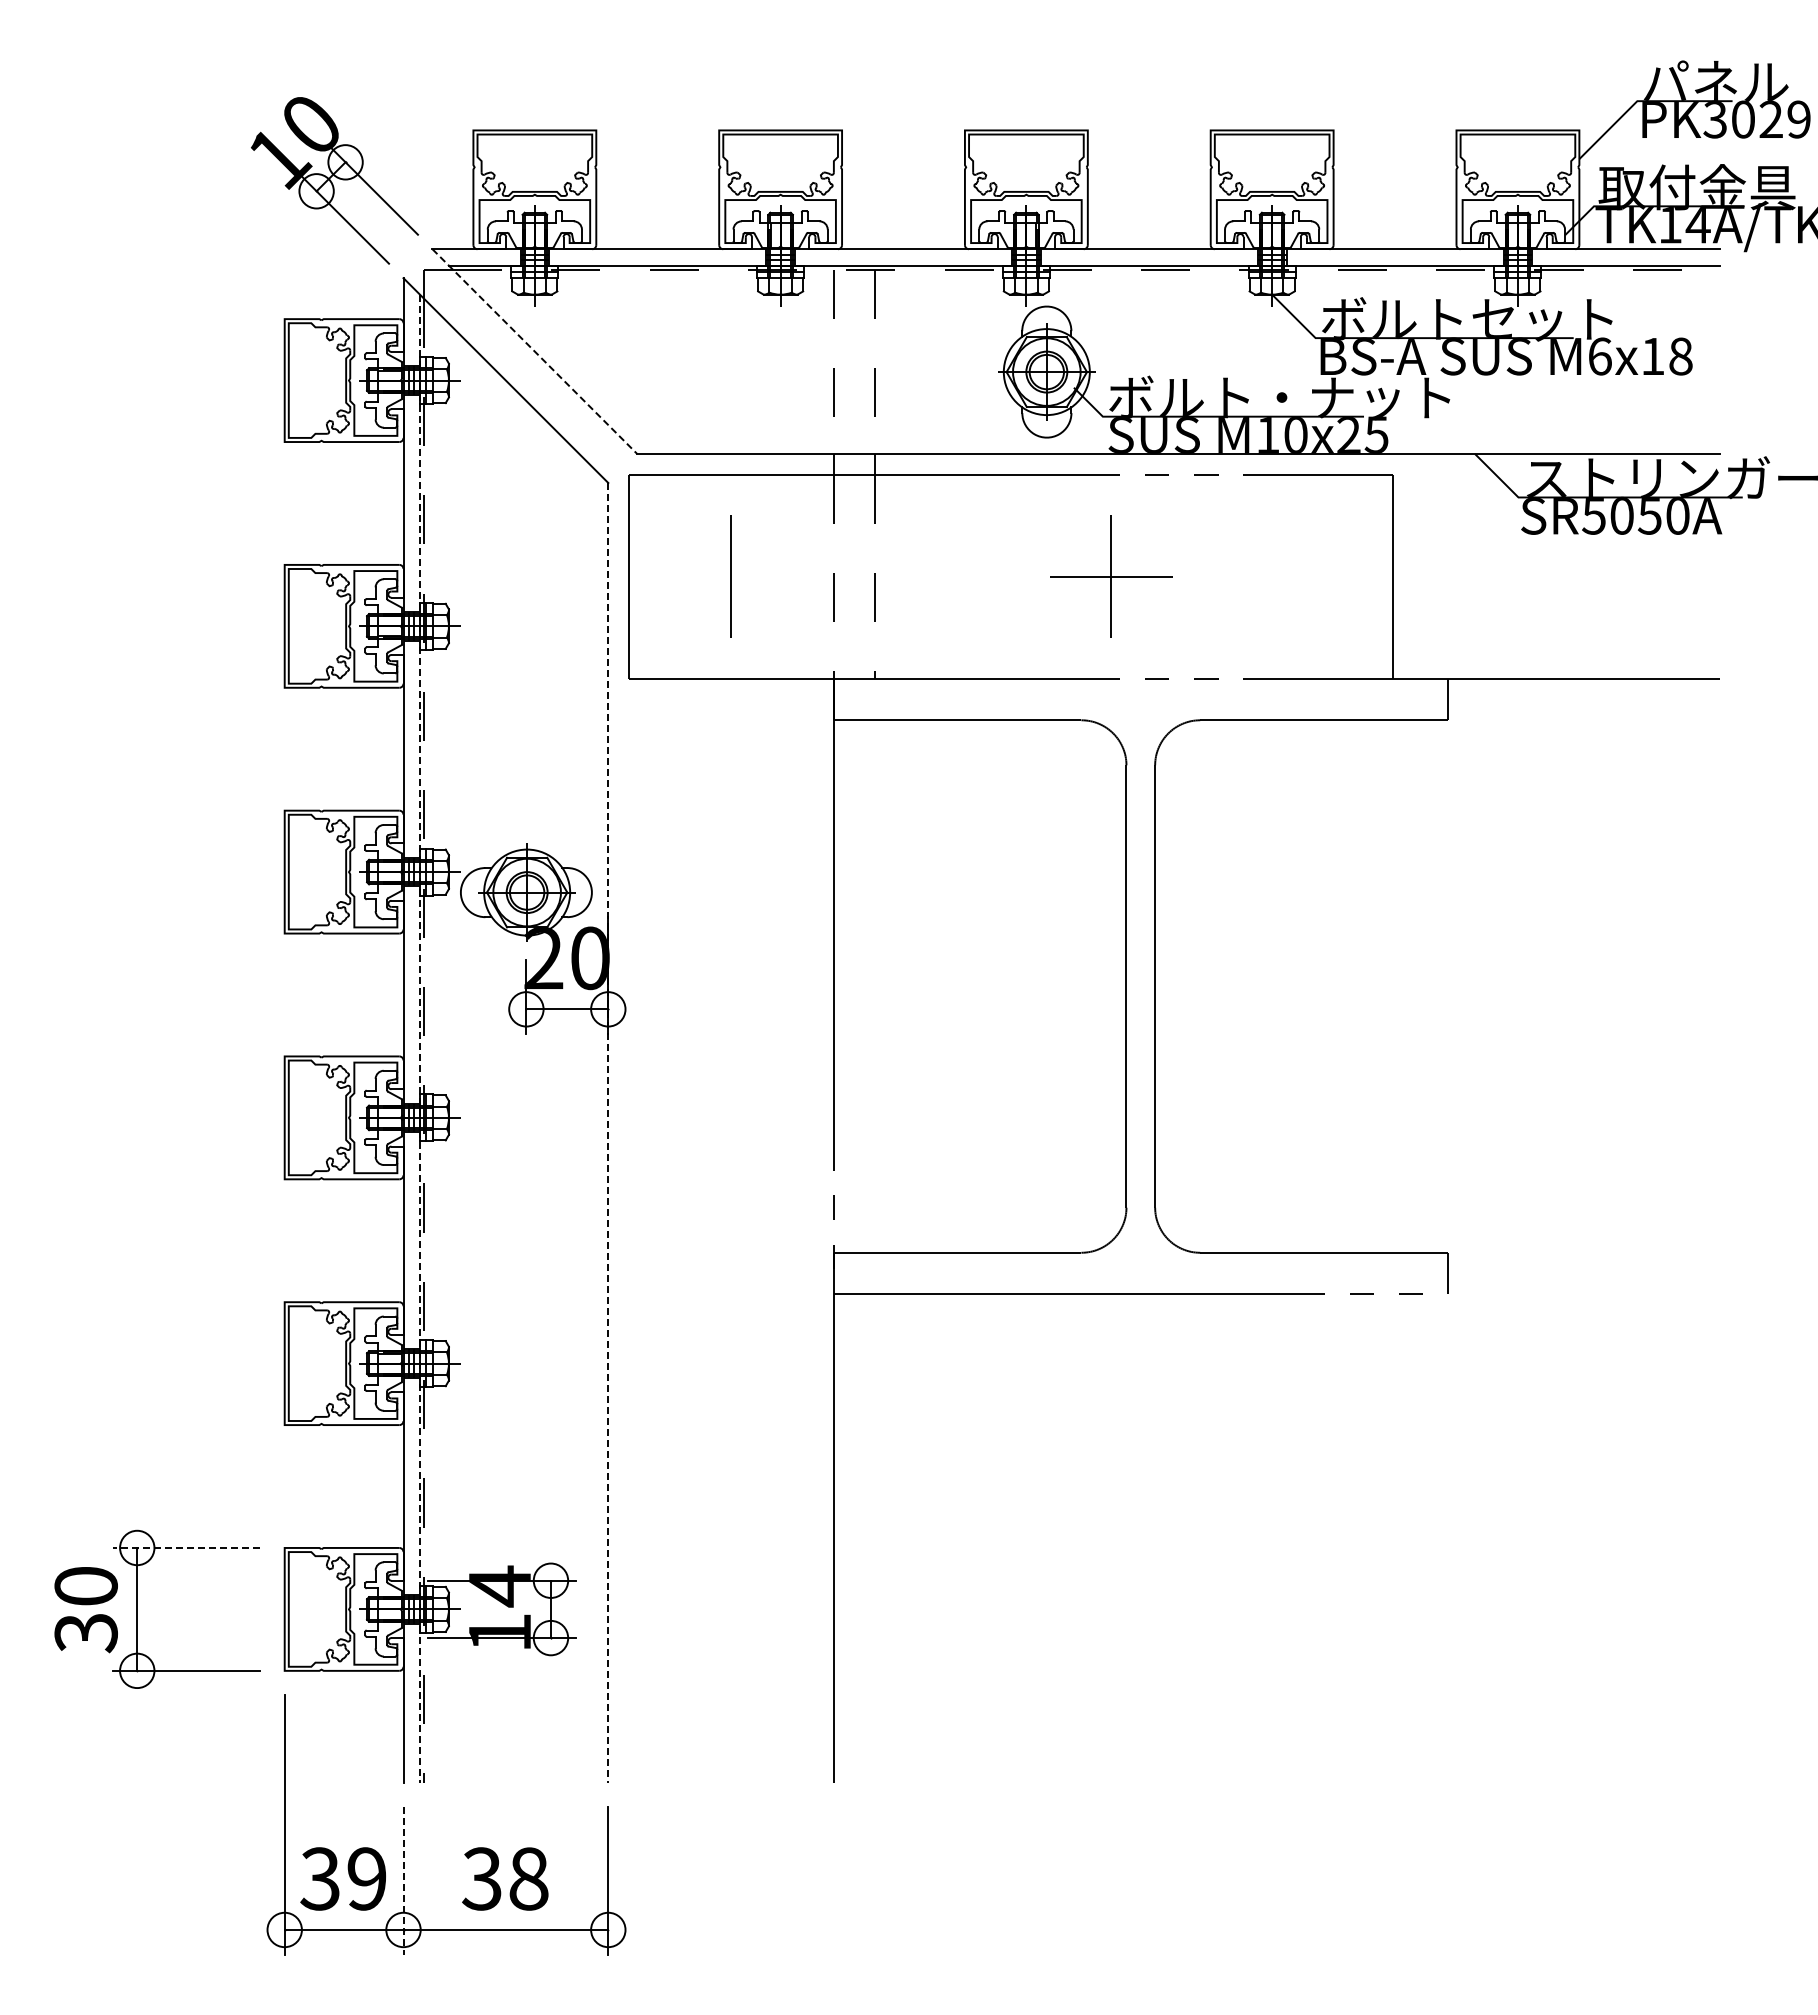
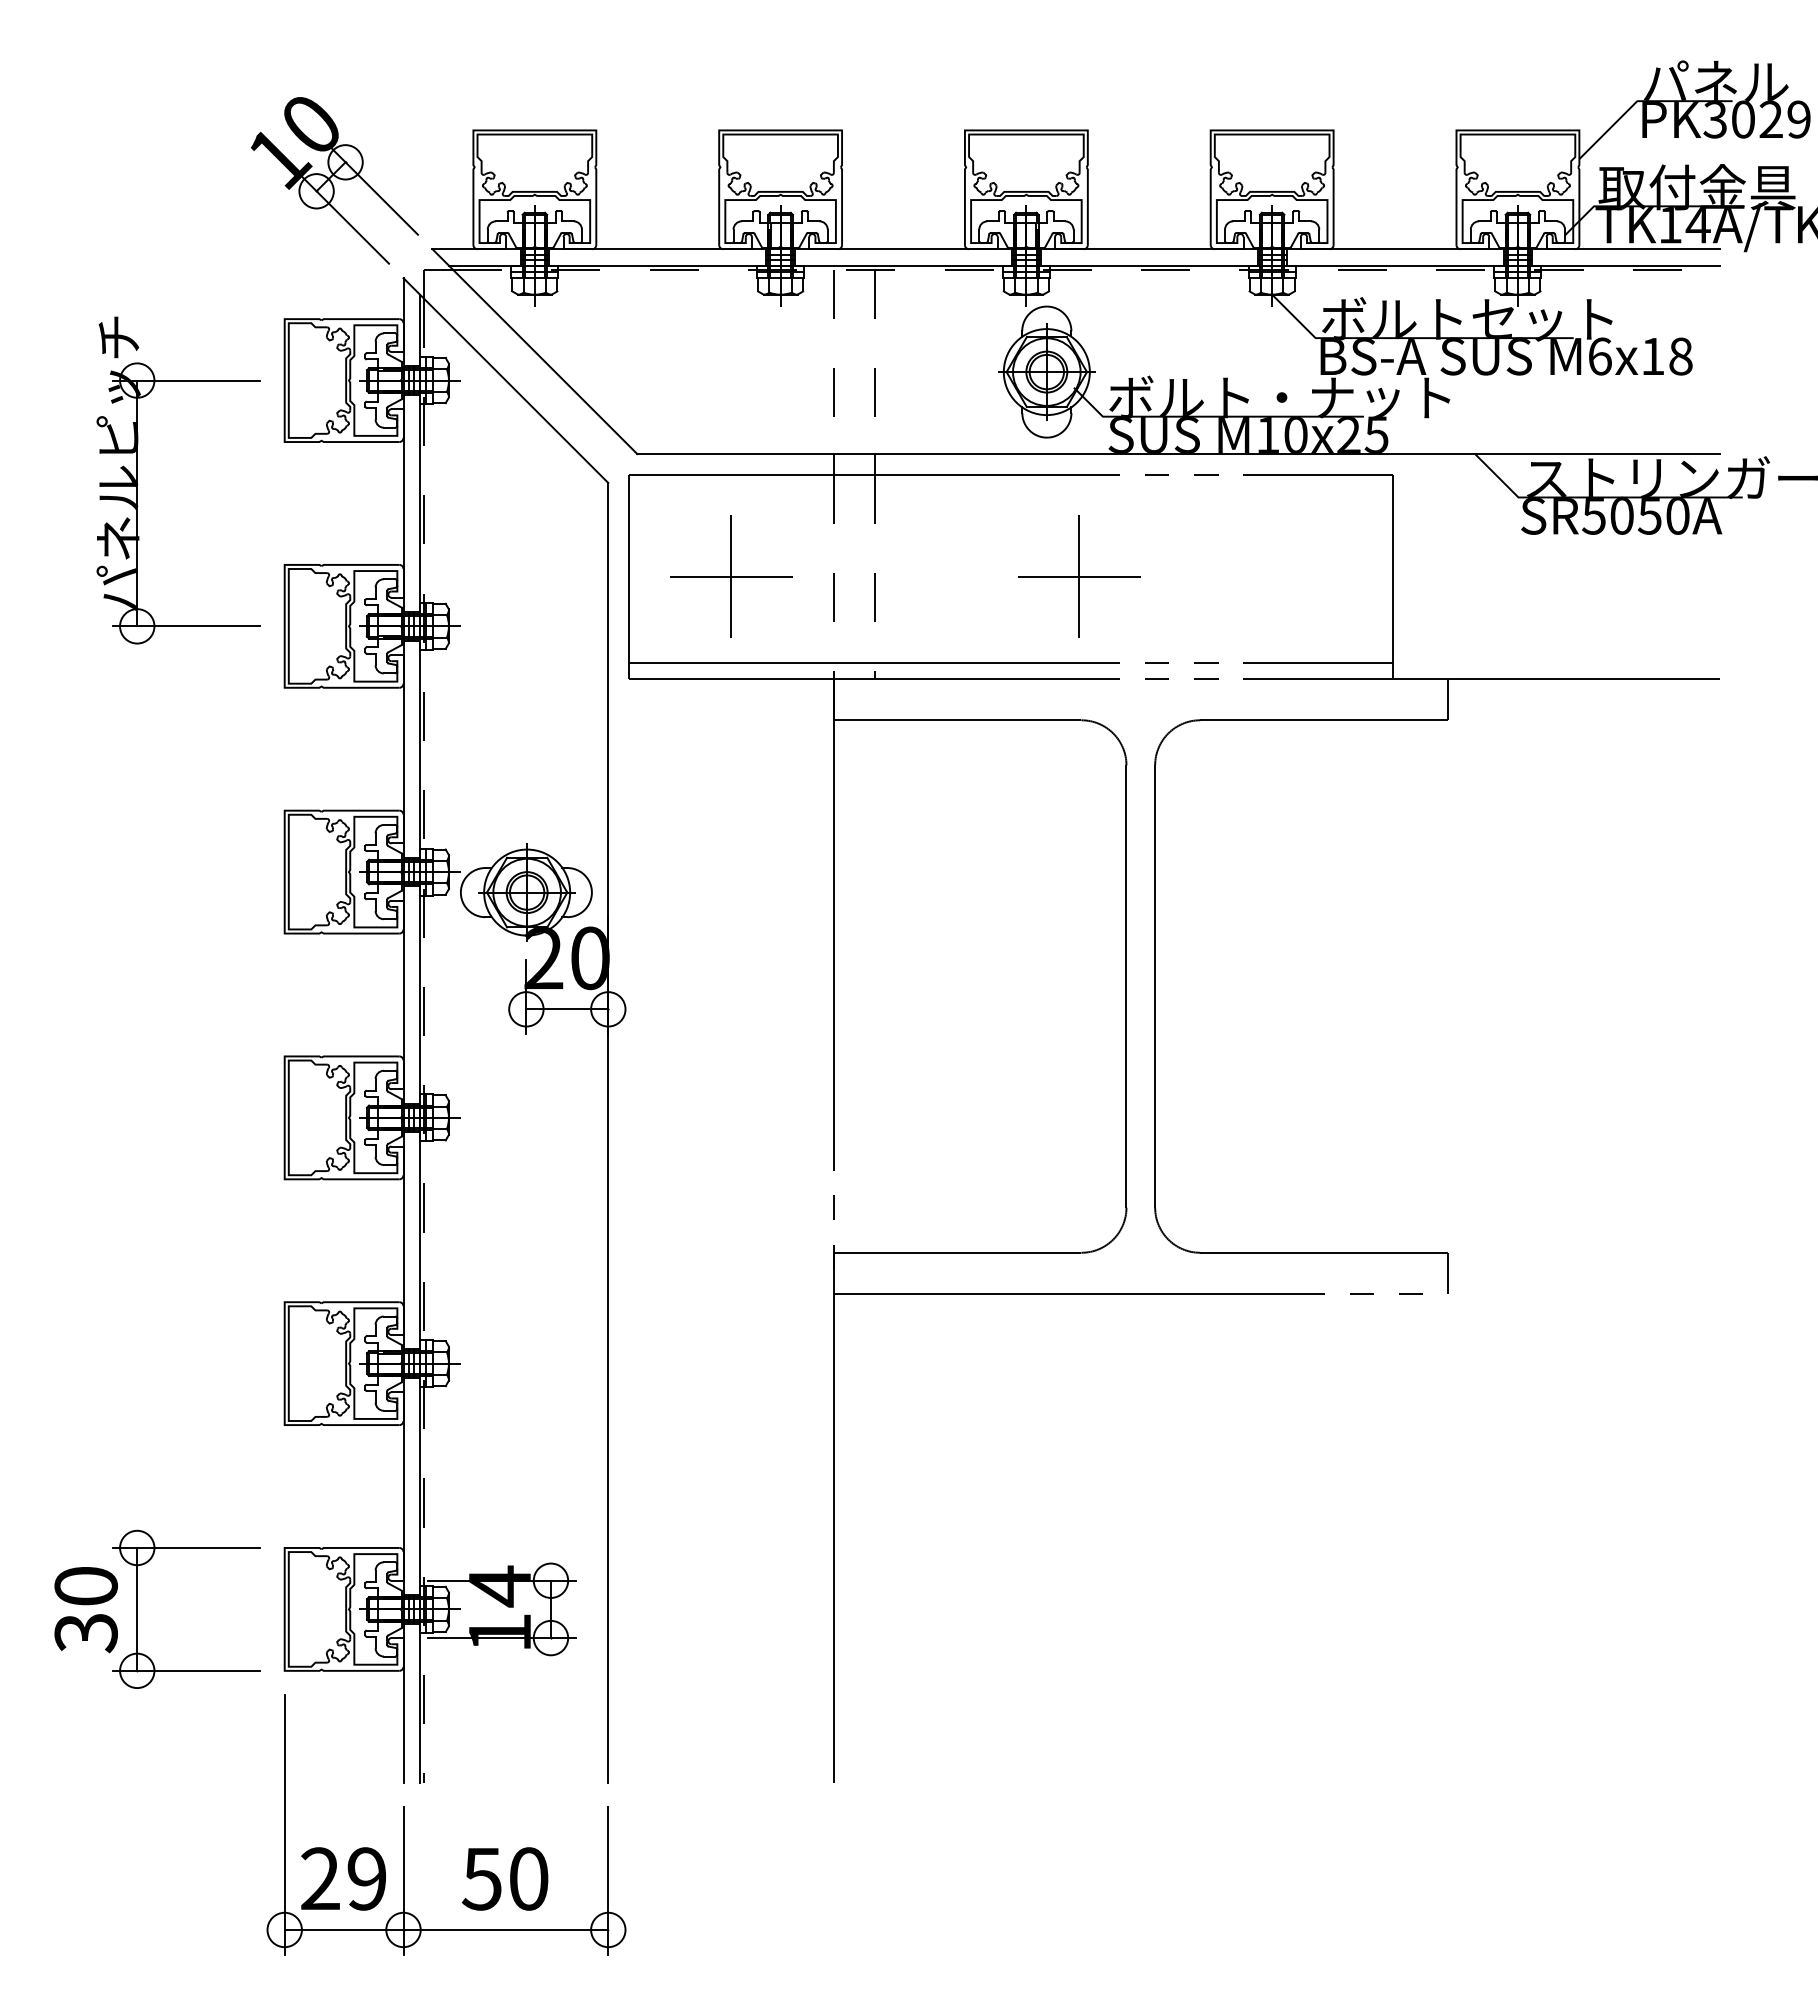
line at (534, 351): dashed -> solid
part at (138, 484): none -> present
line at (730, 576): none -> present
part at (1111, 576) position: (1111, 576) -> (1079, 576)
line at (1010, 662): none -> present
line at (419, 1038): dashed -> solid
line at (608, 1132): dashed -> solid
line at (186, 1547): dashed -> solid
text at (319, 1878): 39 -> 29
text at (504, 1878): 38 -> 50
line at (403, 1880): dashed -> solid
